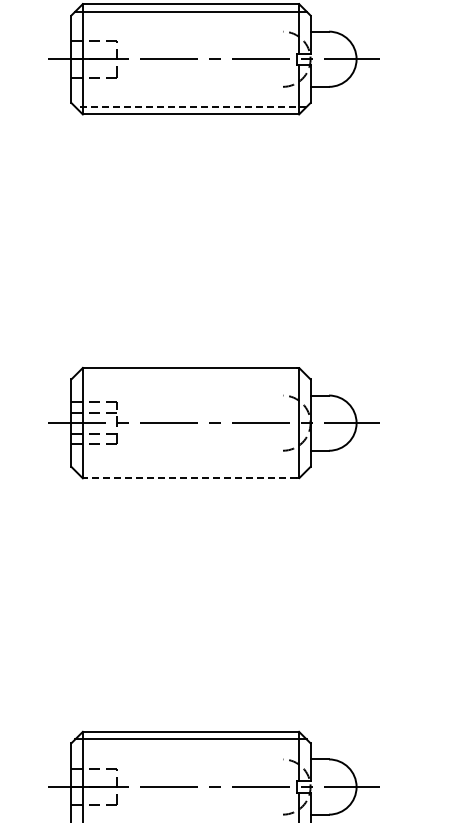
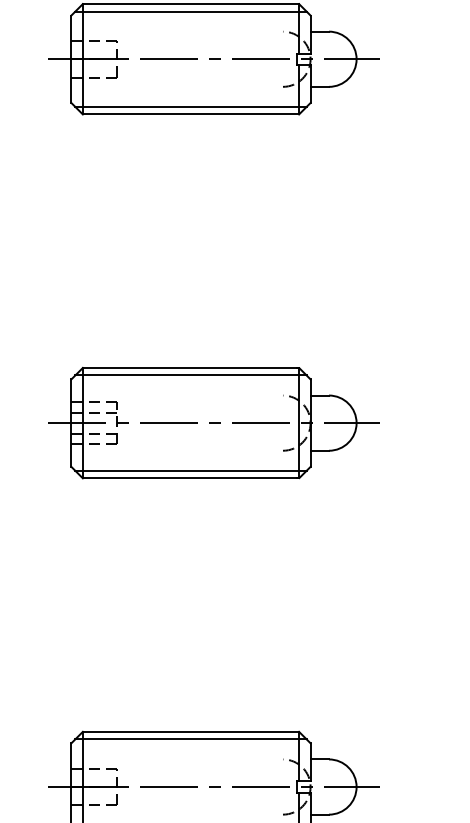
line at (191, 106): dashed -> solid
line at (190, 375): none -> present
line at (190, 470): none -> present
line at (189, 478): dashed -> solid
